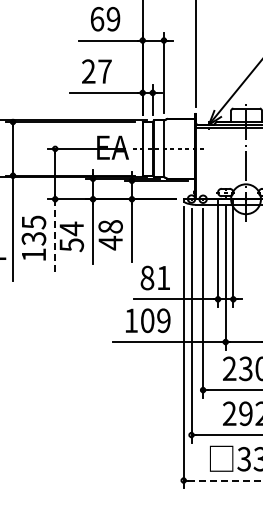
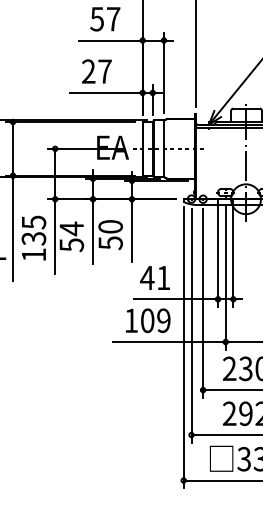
text at (105, 18): 69 -> 57
text at (110, 235): 48 -> 50
line at (55, 236): dashed -> solid
text at (147, 277): 81 -> 41
line at (226, 480): dashed -> solid
